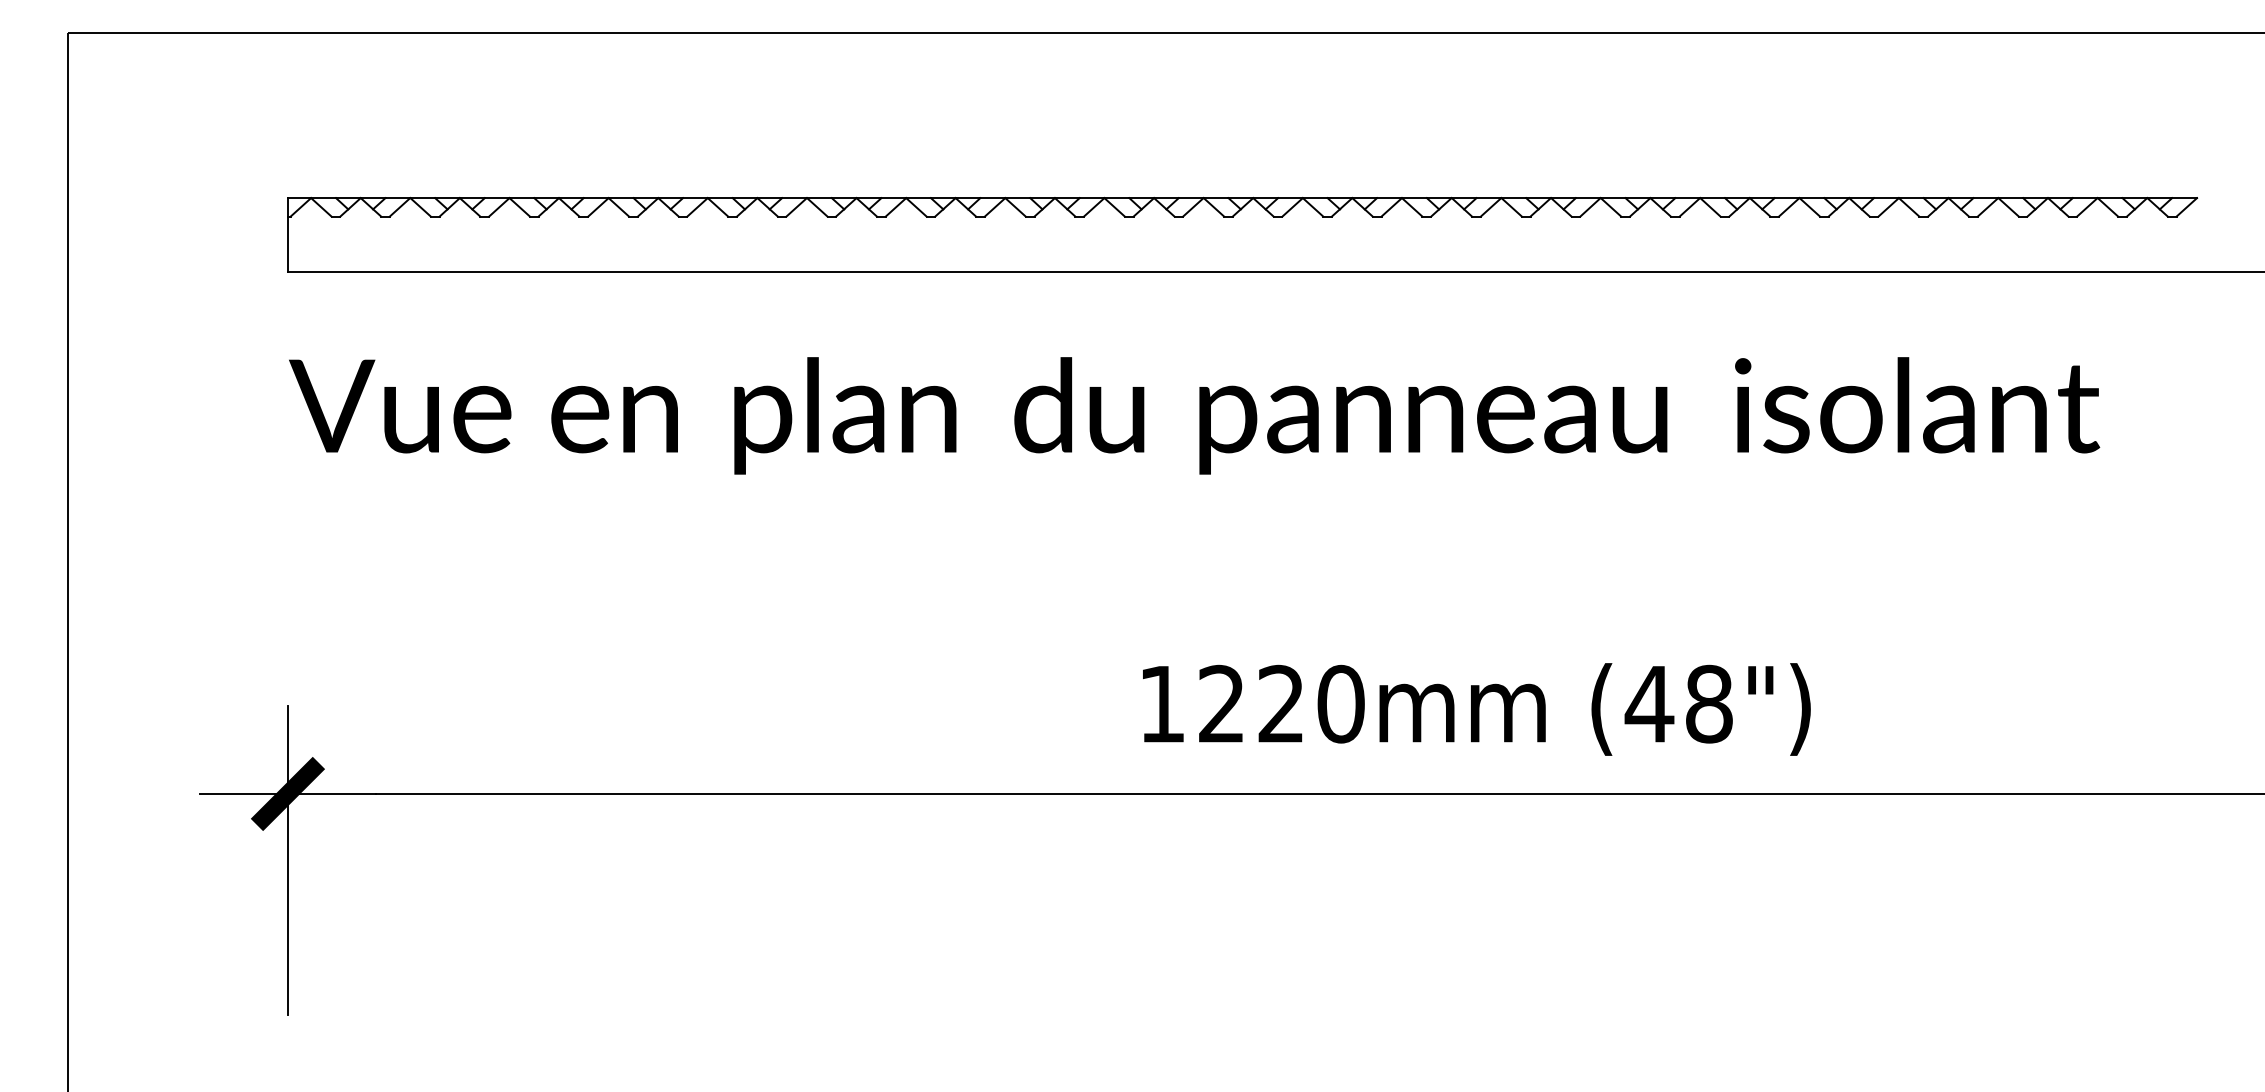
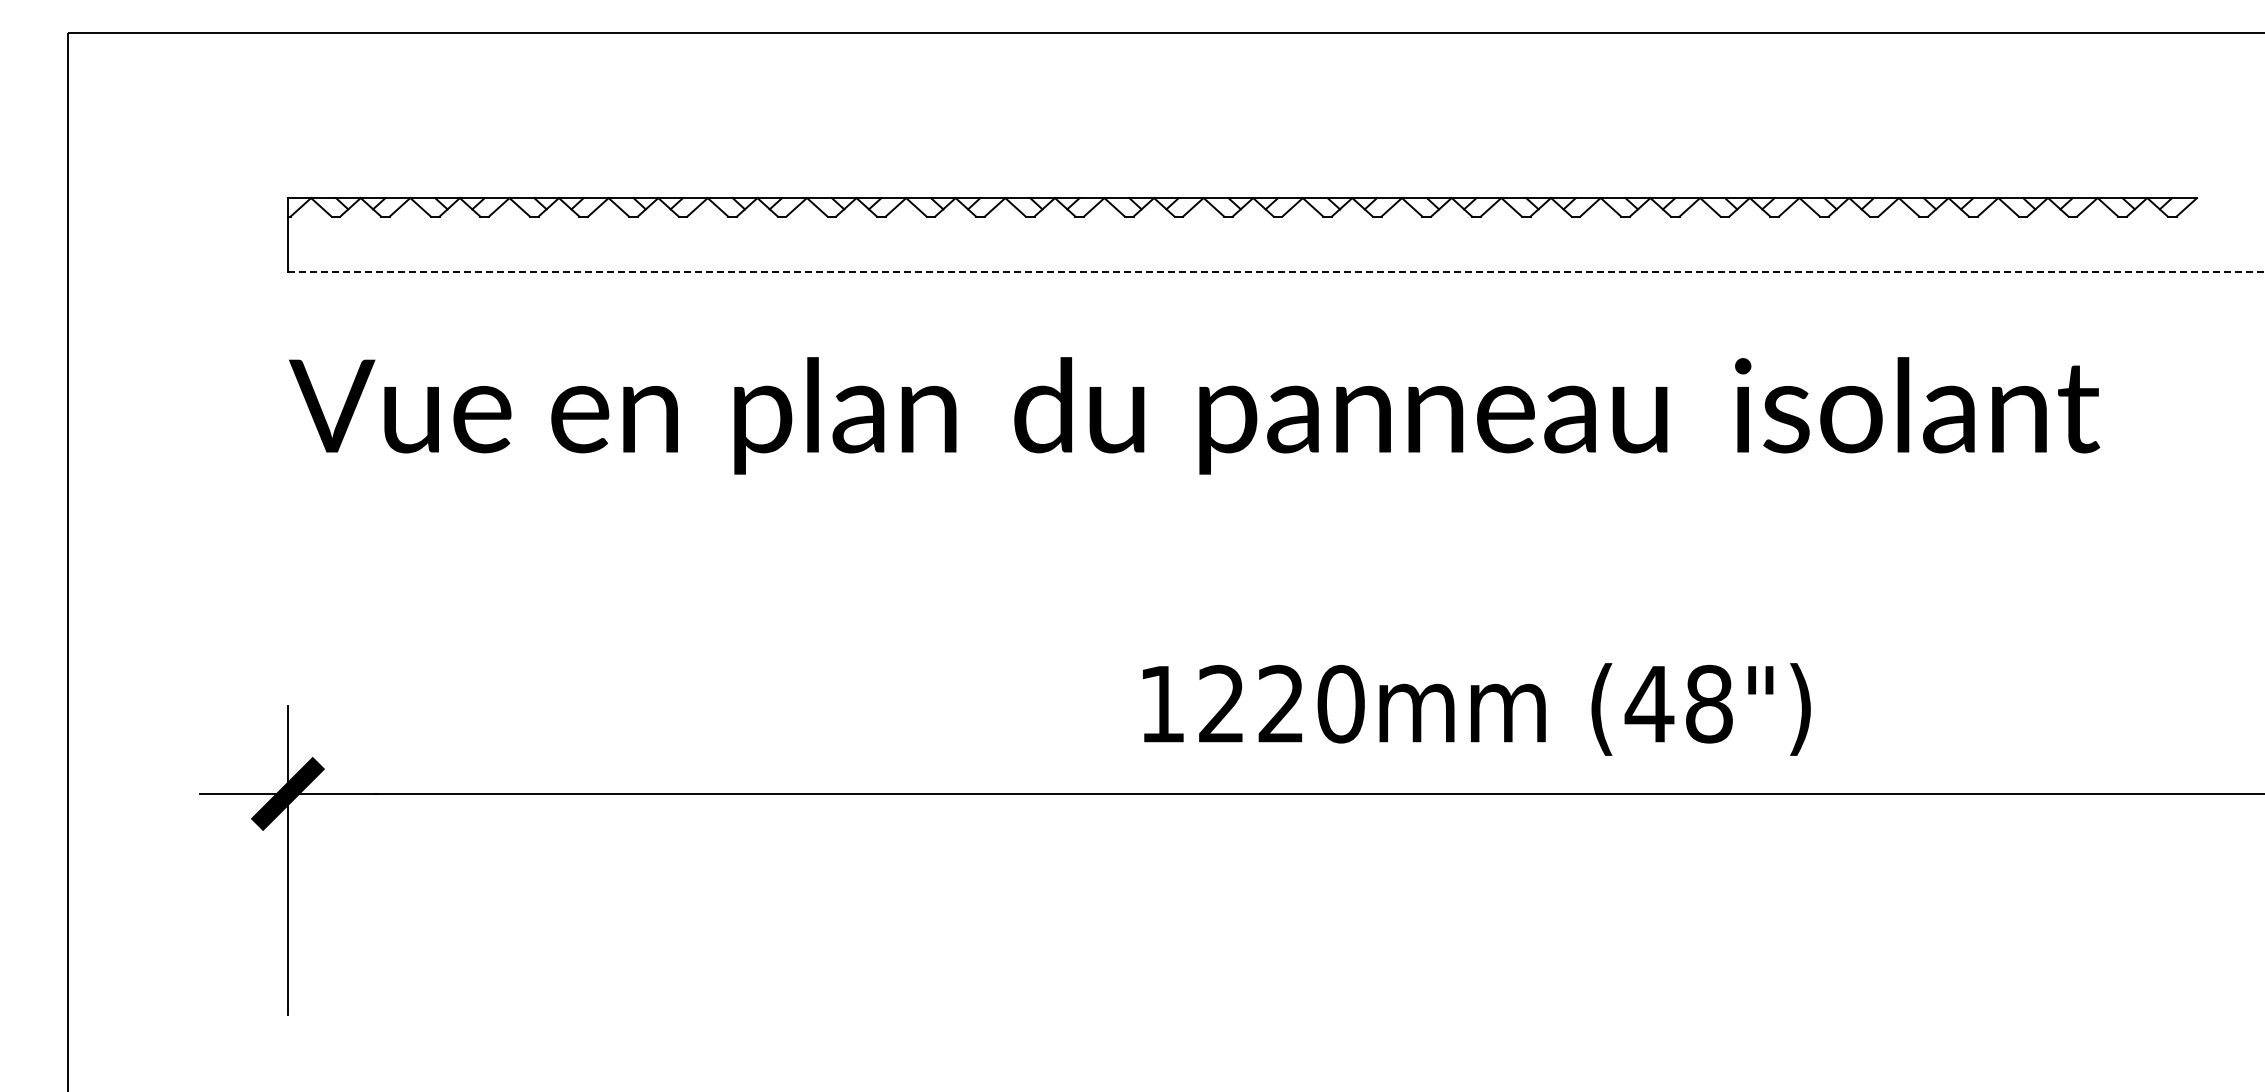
line at (1276, 272): solid -> dashed
